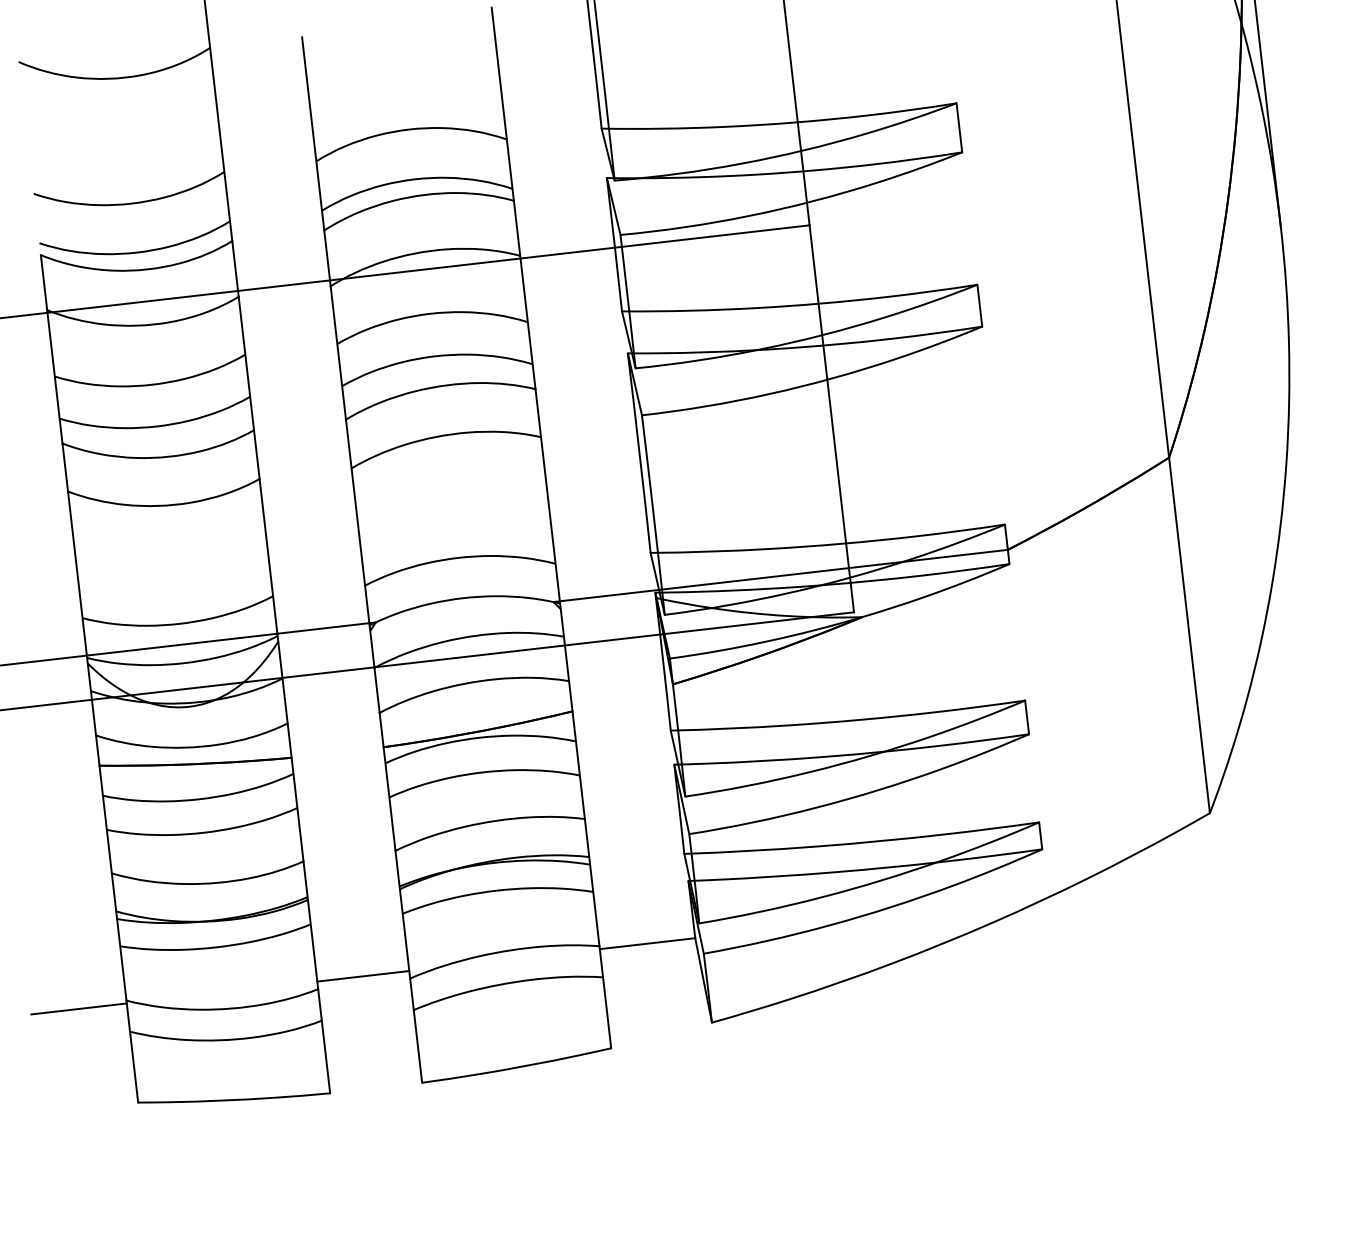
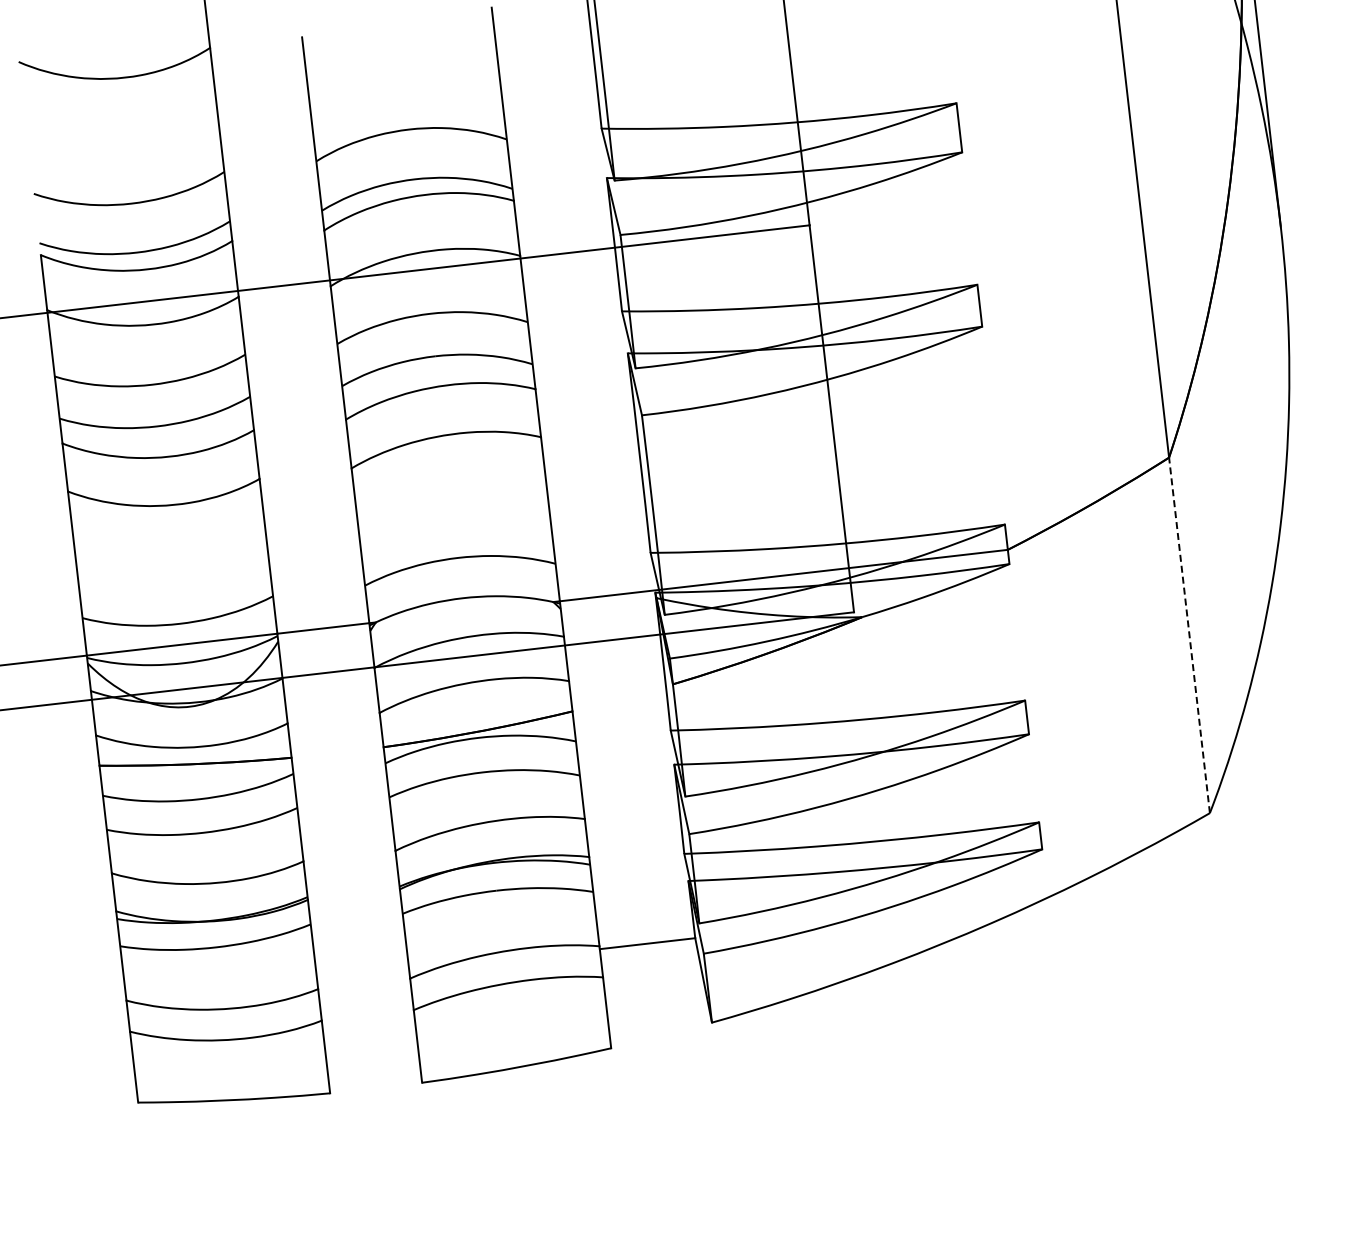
line at (1189, 635): solid -> dashed
line at (363, 976): present -> none
line at (78, 1008): present -> none
